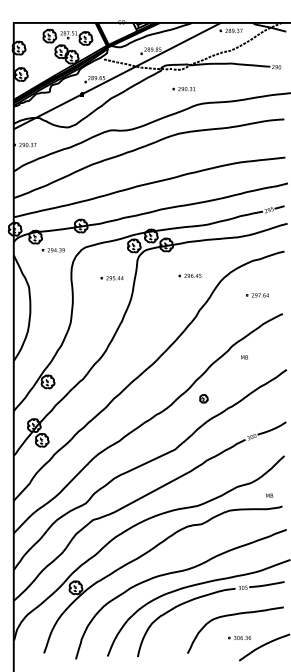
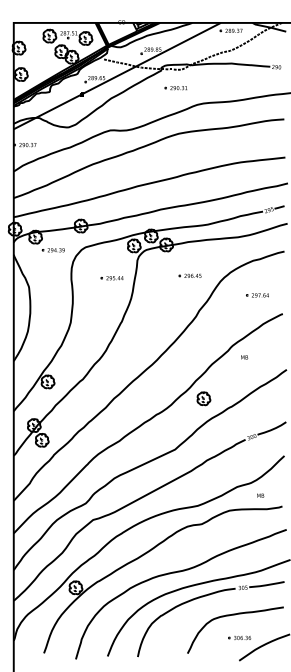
part at (183, 89) position: (183, 89) -> (175, 88)
part at (203, 398) size: 10x10 px -> 16x16 px
text at (269, 495) position: (269, 495) -> (260, 495)
